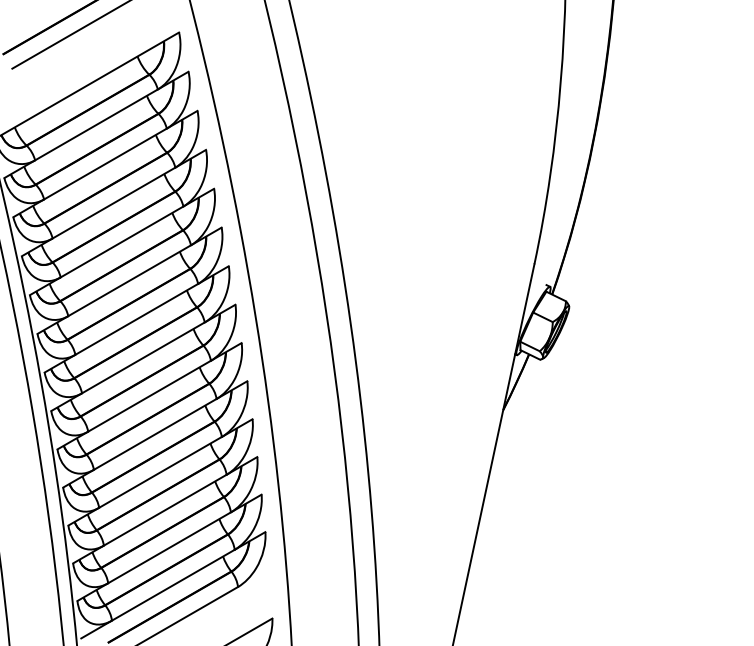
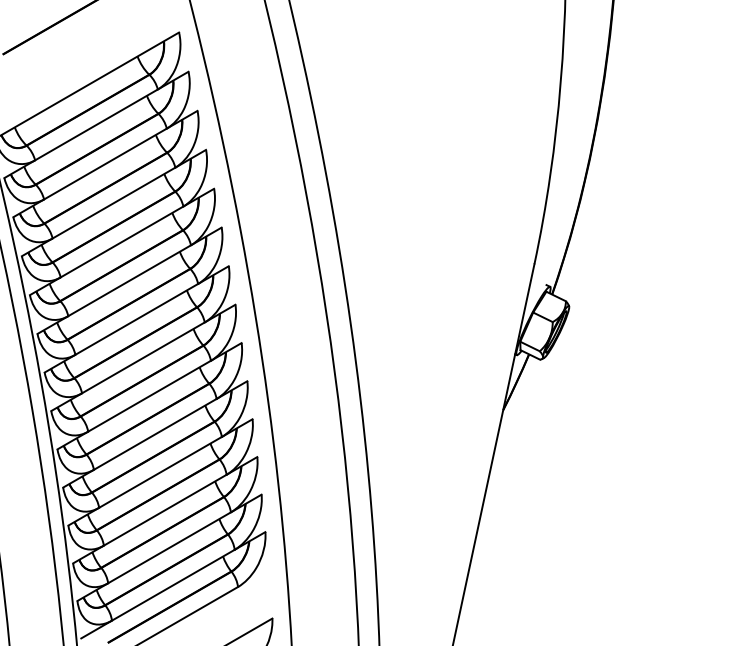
line at (69, 35): present -> none
